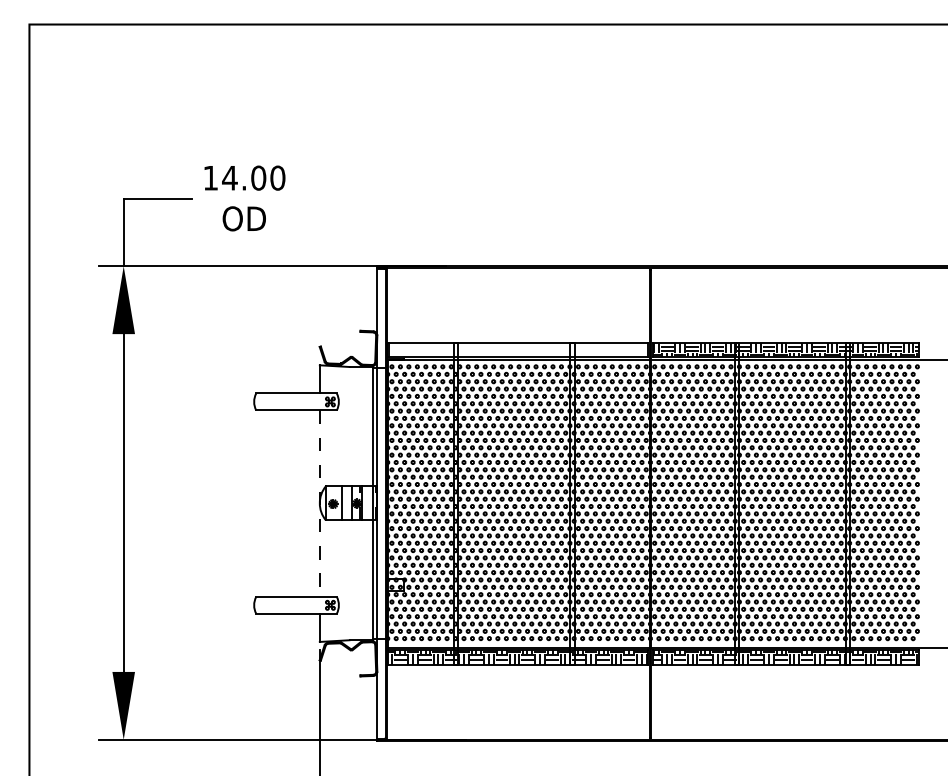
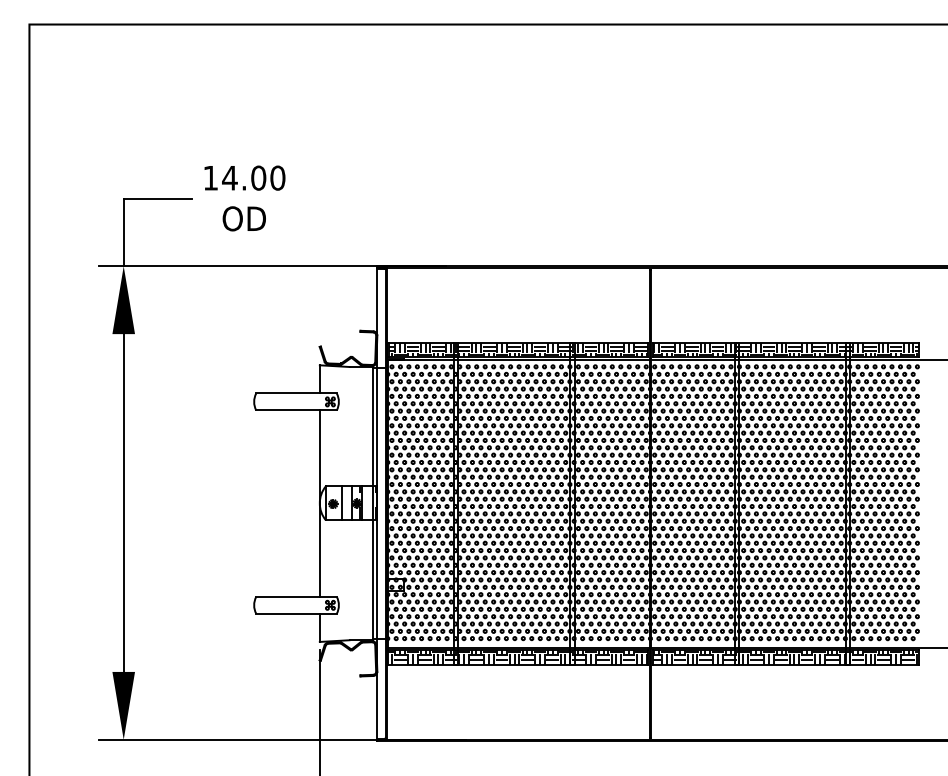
hatch at (518, 349): none -> present
line at (319, 504): dashed -> solid
